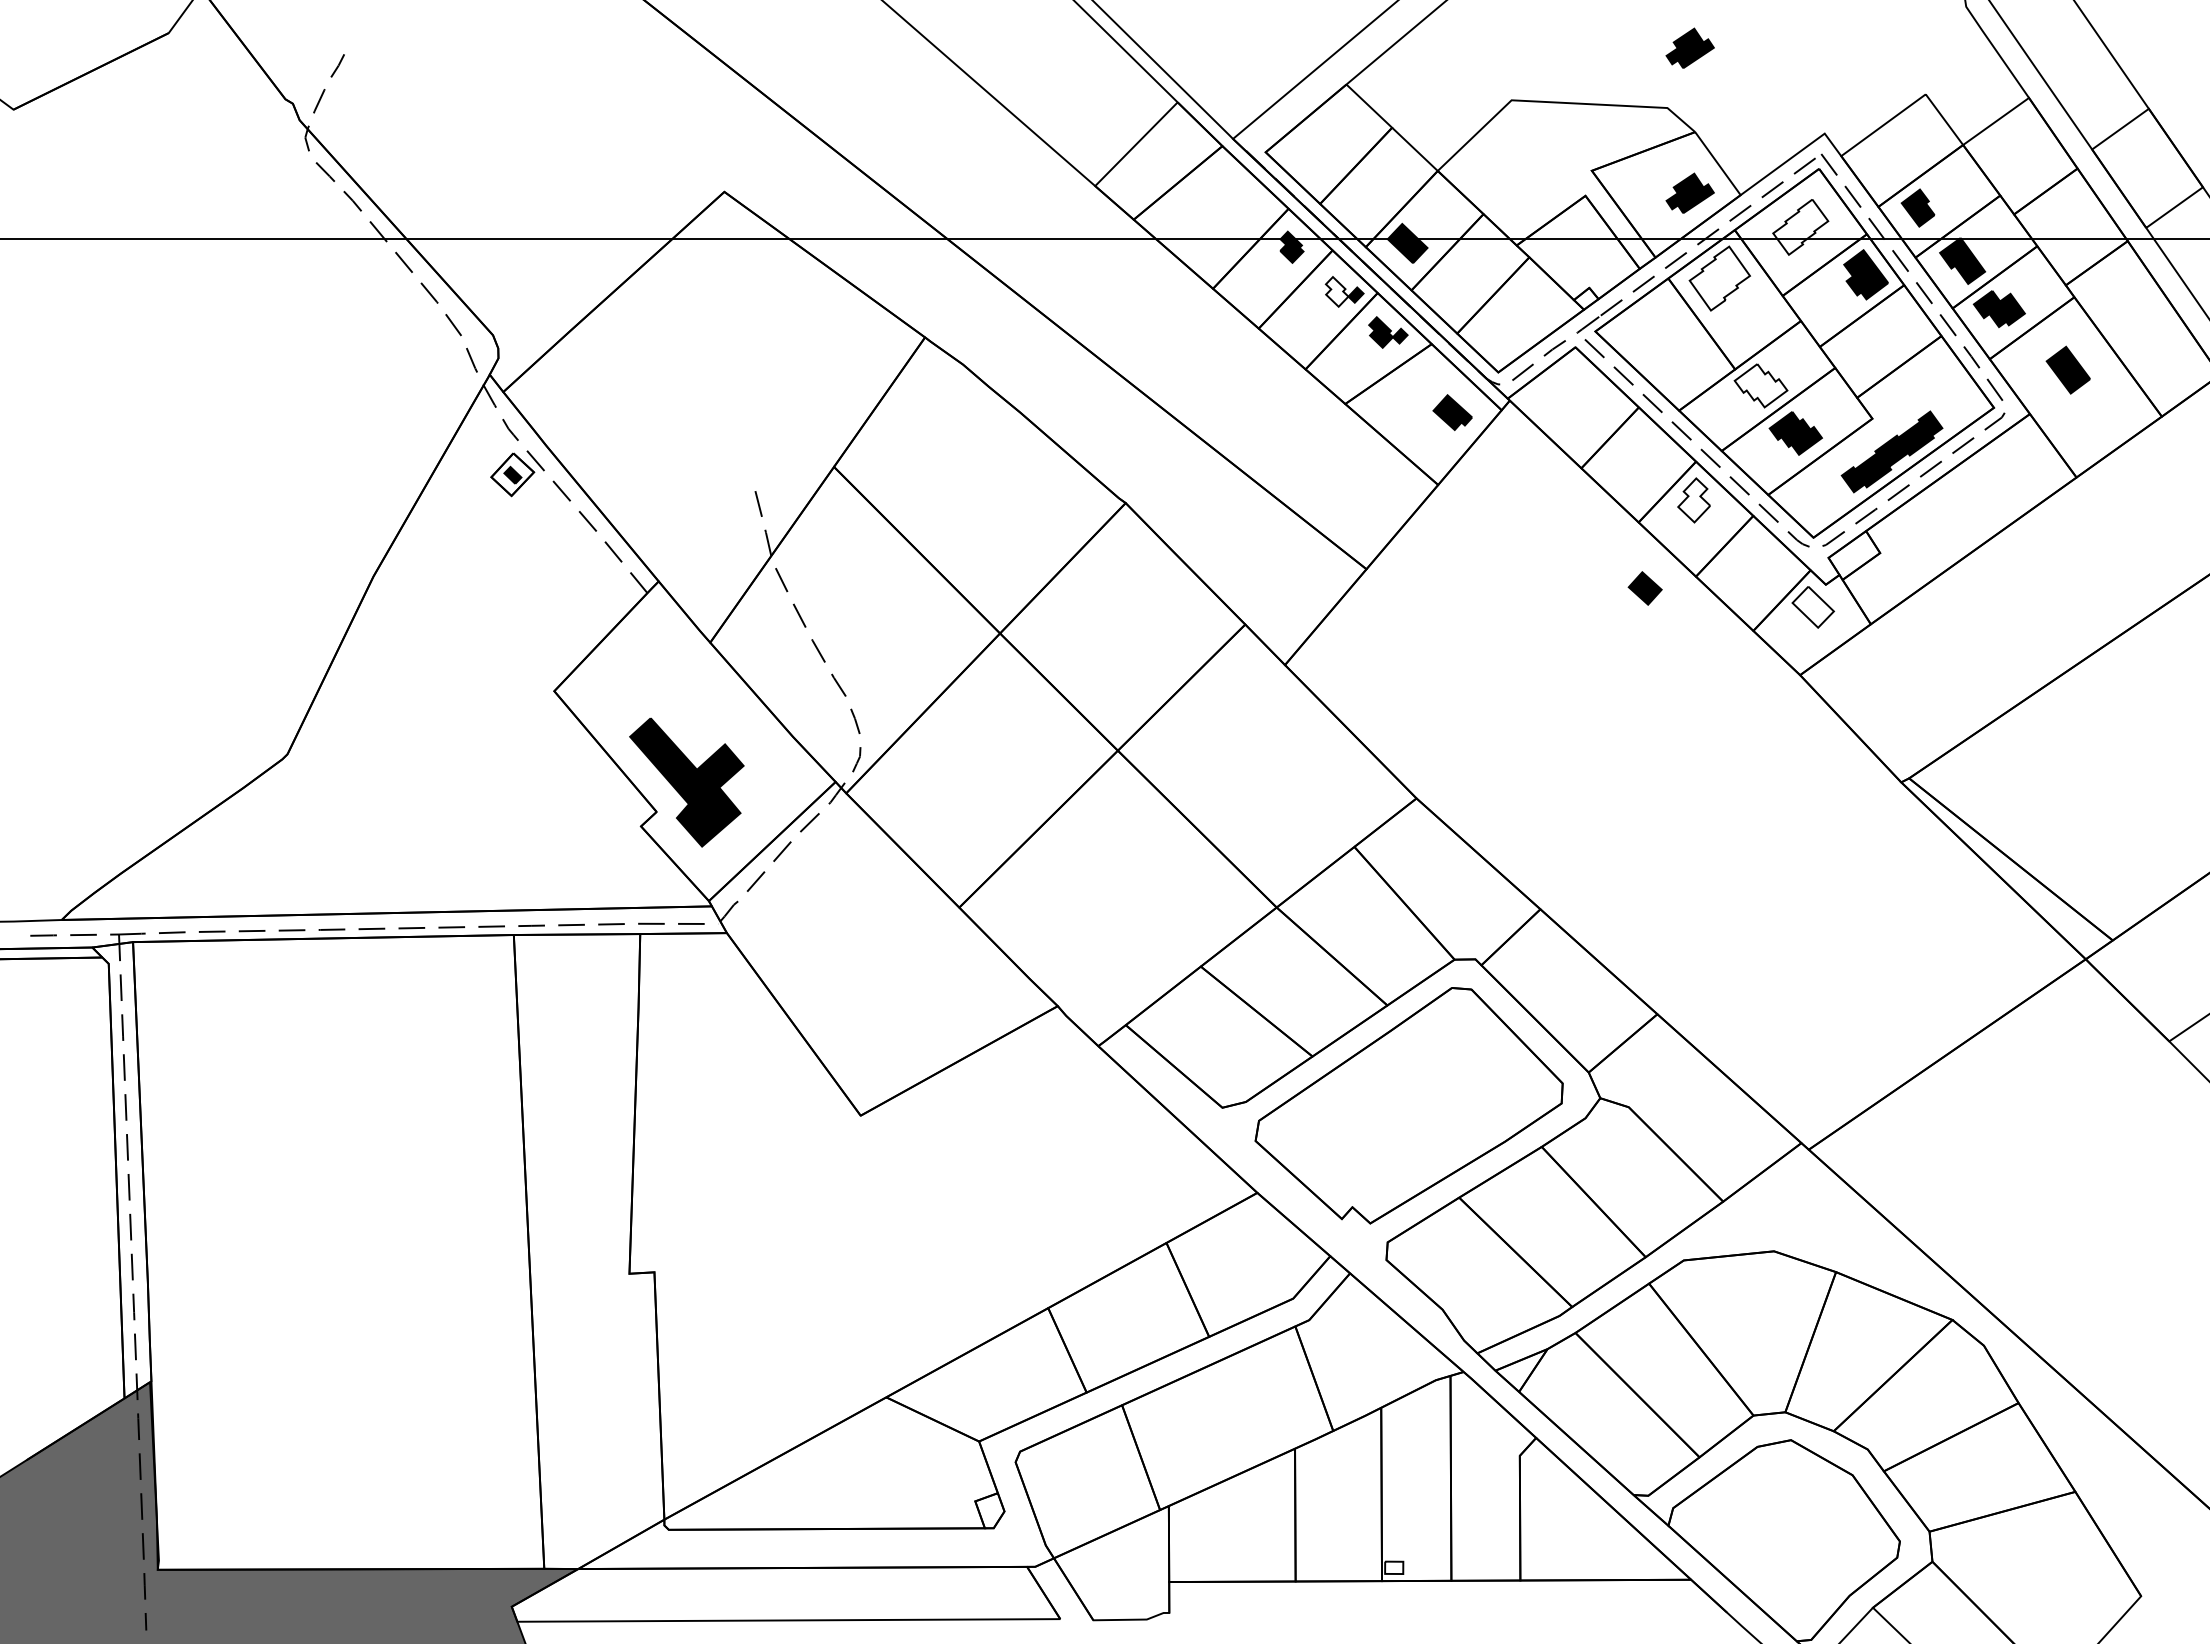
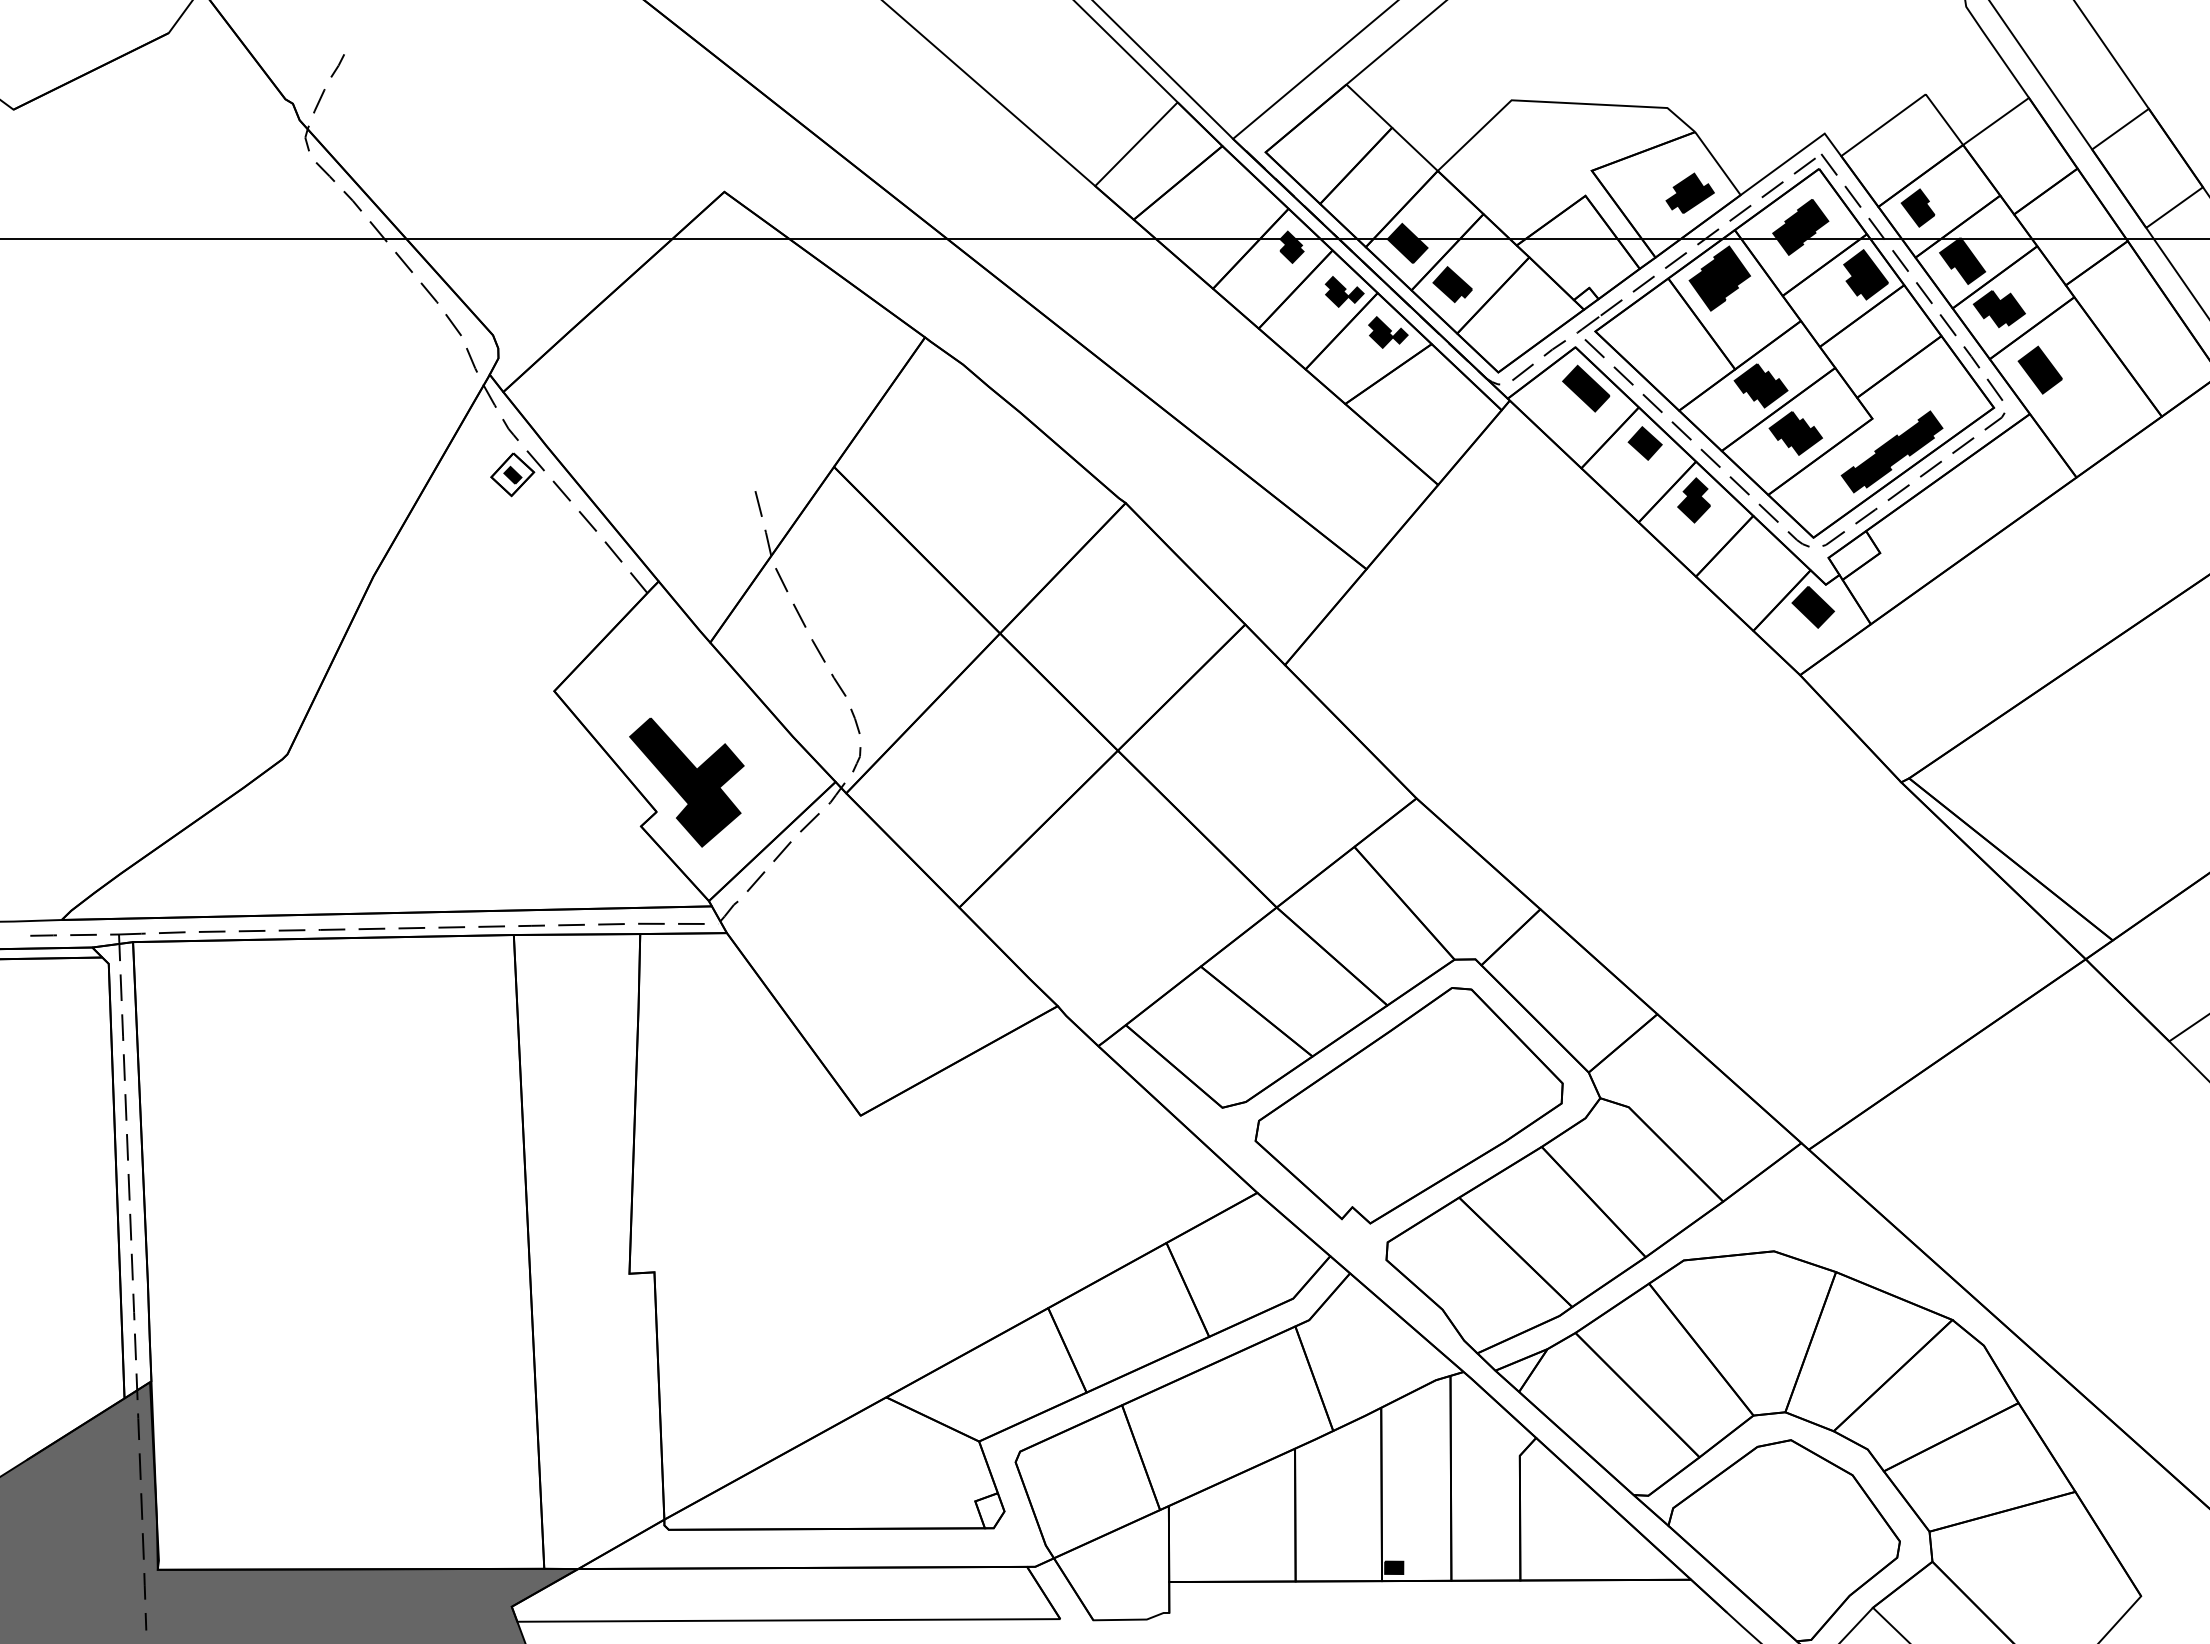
part at (1689, 47): present -> none
fill at (1800, 226): none -> present
fill at (1719, 278): none -> present
fill at (1336, 291): none -> present
part at (2067, 369) position: (2067, 369) -> (2039, 369)
fill at (1760, 385): none -> present
part at (1586, 388): none -> present
part at (1452, 412) position: (1452, 412) -> (1452, 284)
fill at (1694, 500): none -> present
part at (1644, 588) position: (1644, 588) -> (1644, 443)
fill at (1812, 606): none -> present
fill at (1394, 1567): none -> present
